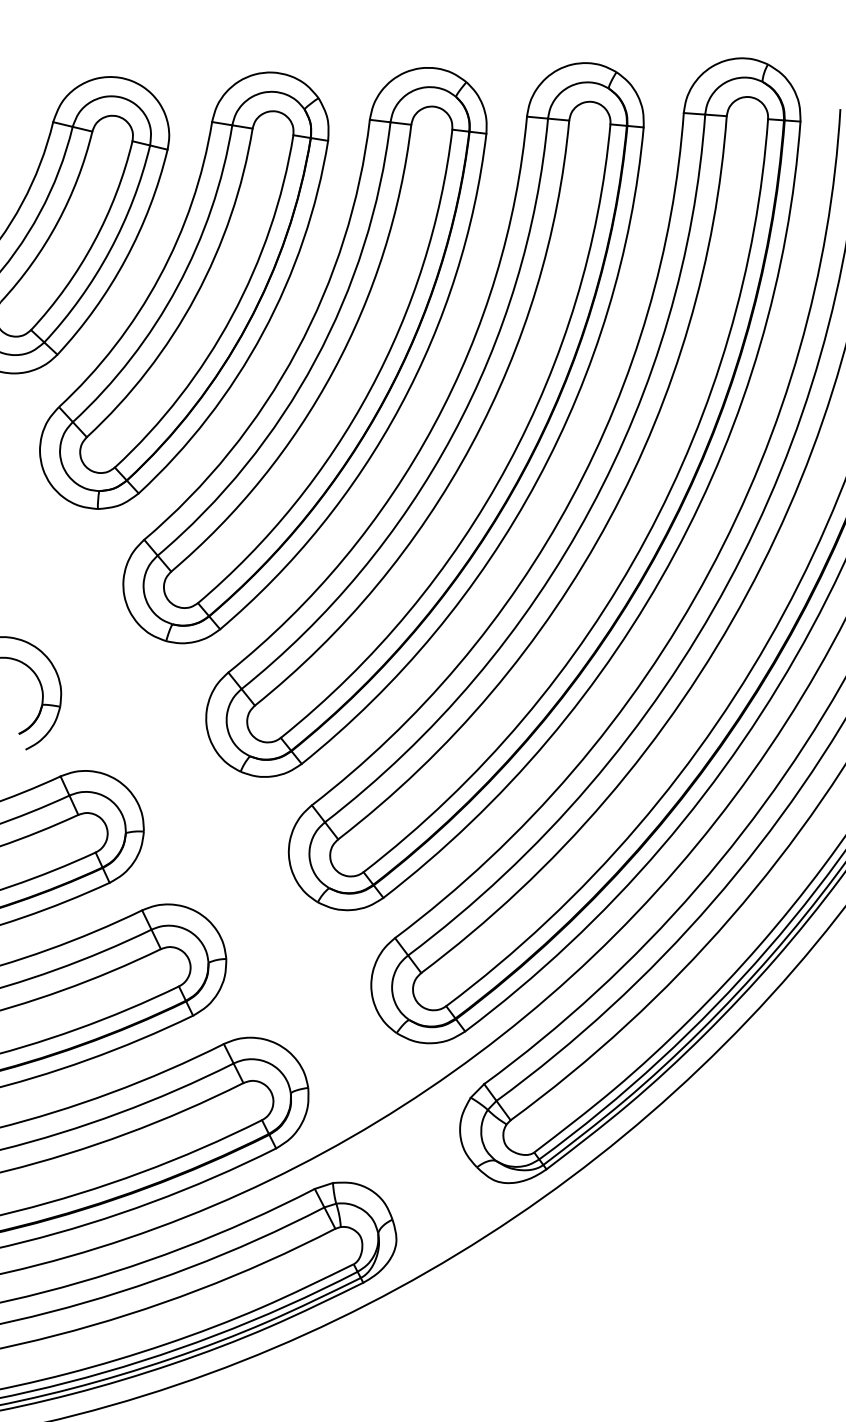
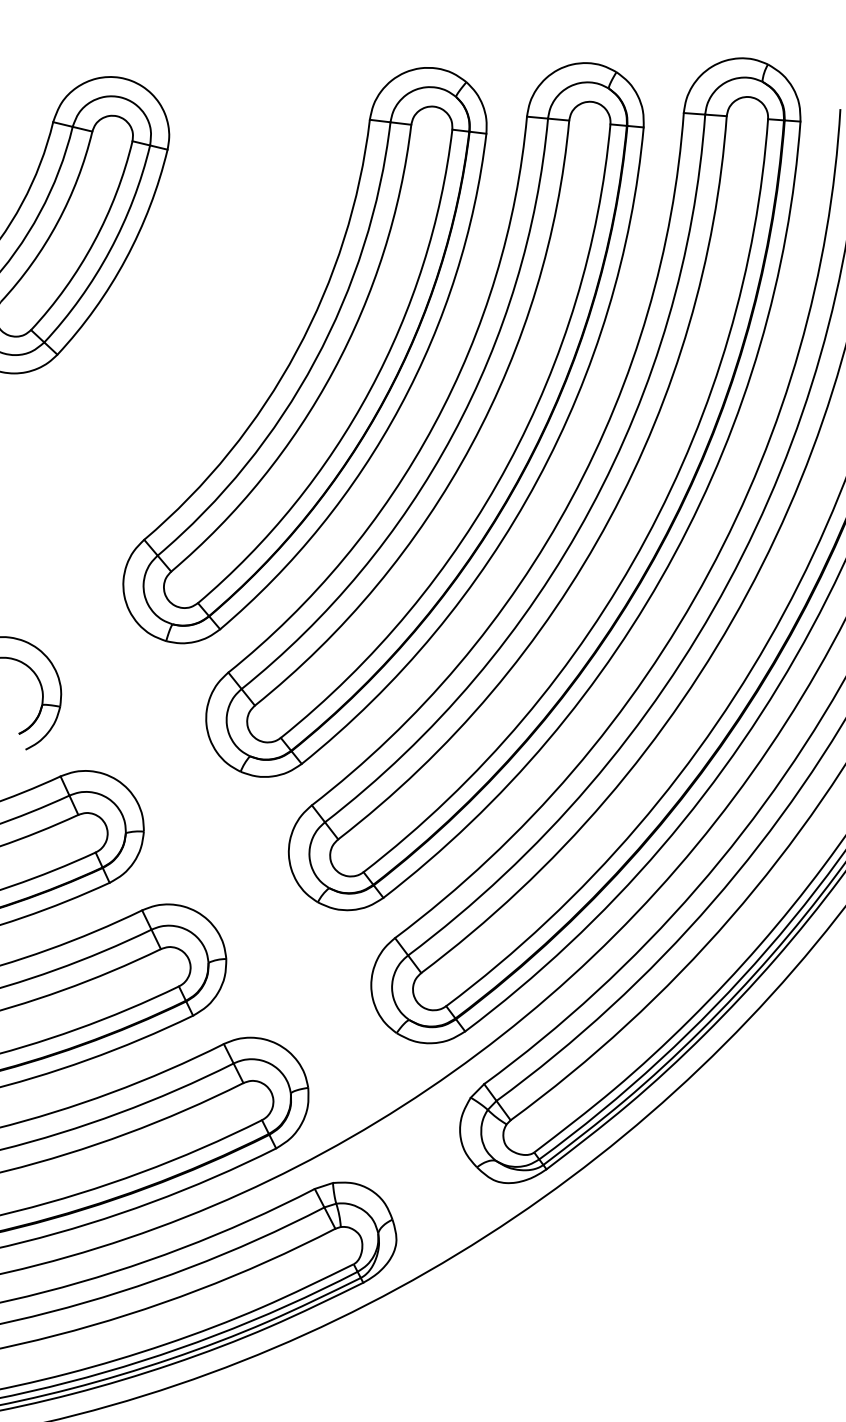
part at (184, 290): present -> none
